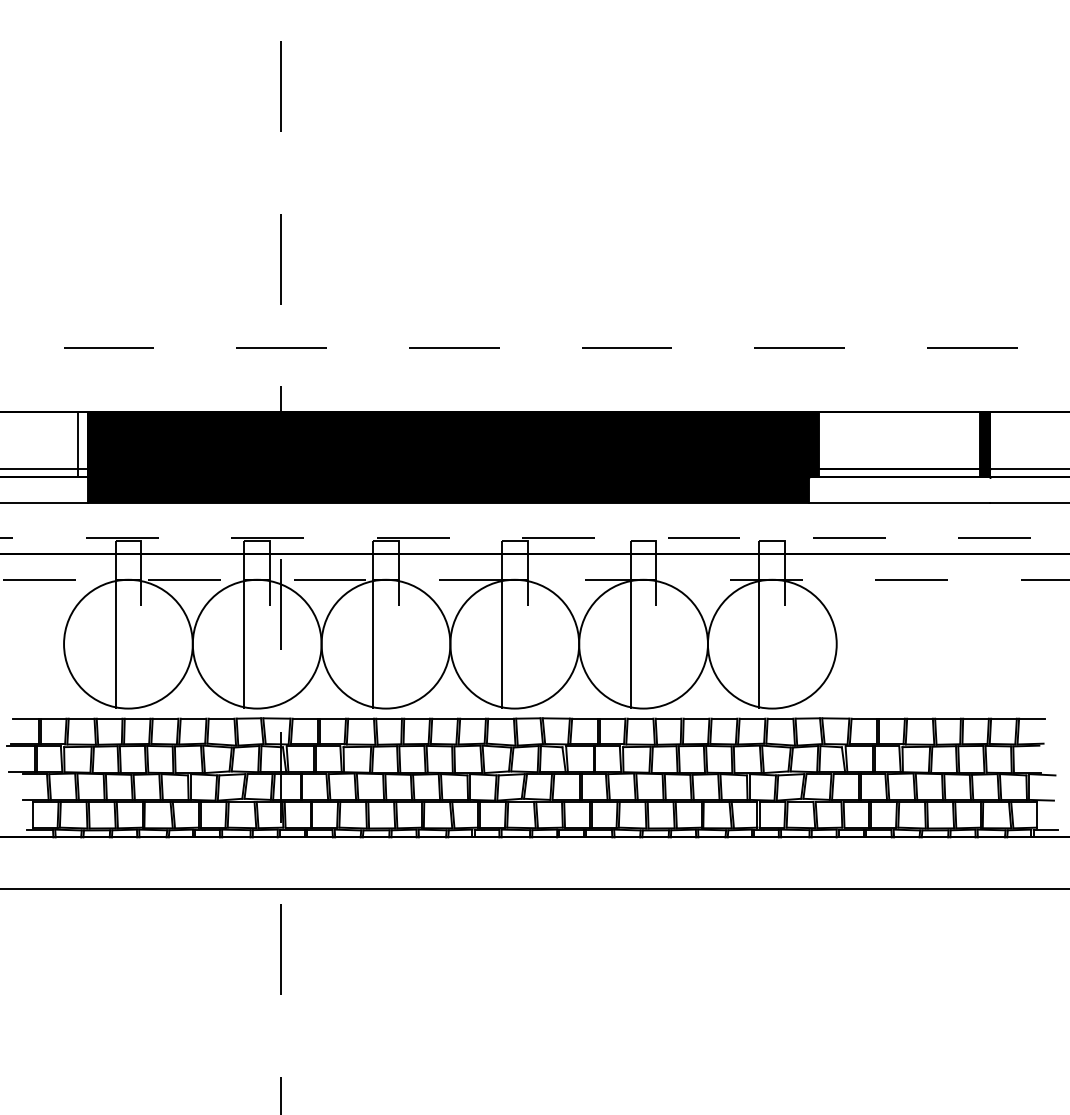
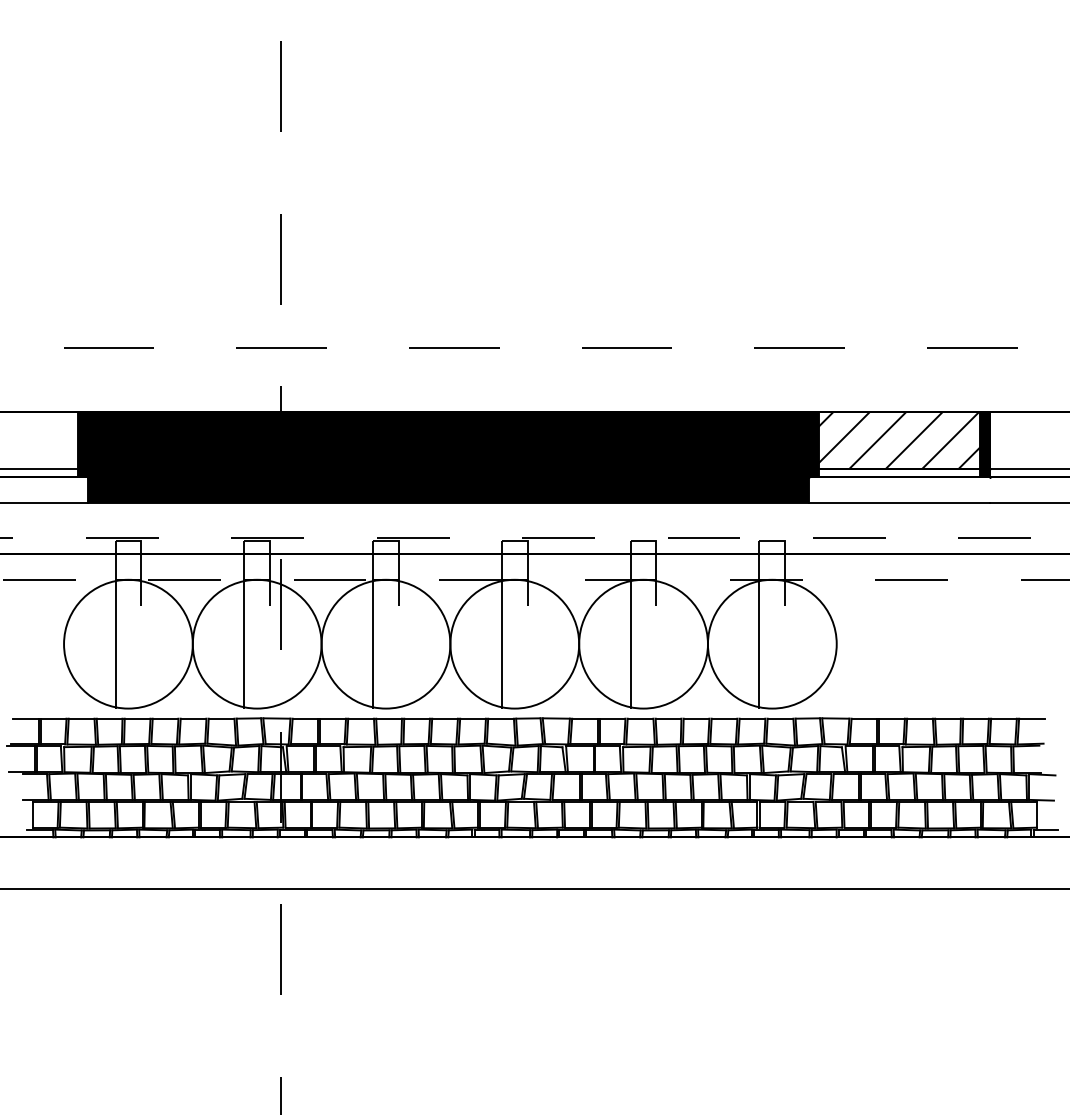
hatch at (899, 440): none -> present
fill at (83, 444): none -> present
